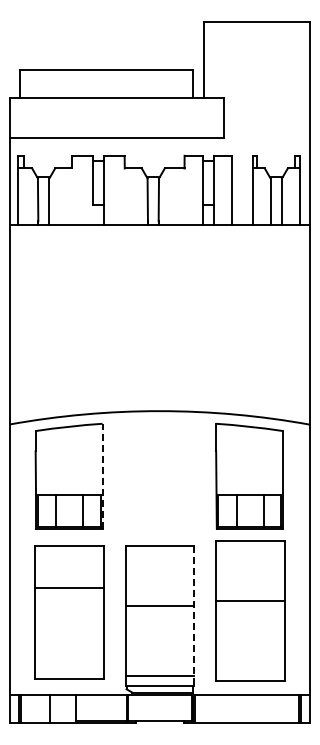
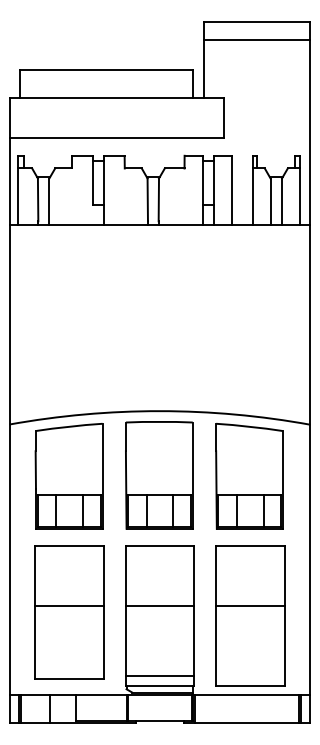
line at (257, 39): none -> present
part at (159, 475): none -> present
line at (102, 476): dashed -> solid
line at (69, 587) position: (69, 587) -> (69, 605)
part at (250, 610) position: (250, 610) -> (250, 615)
line at (194, 616): dashed -> solid
